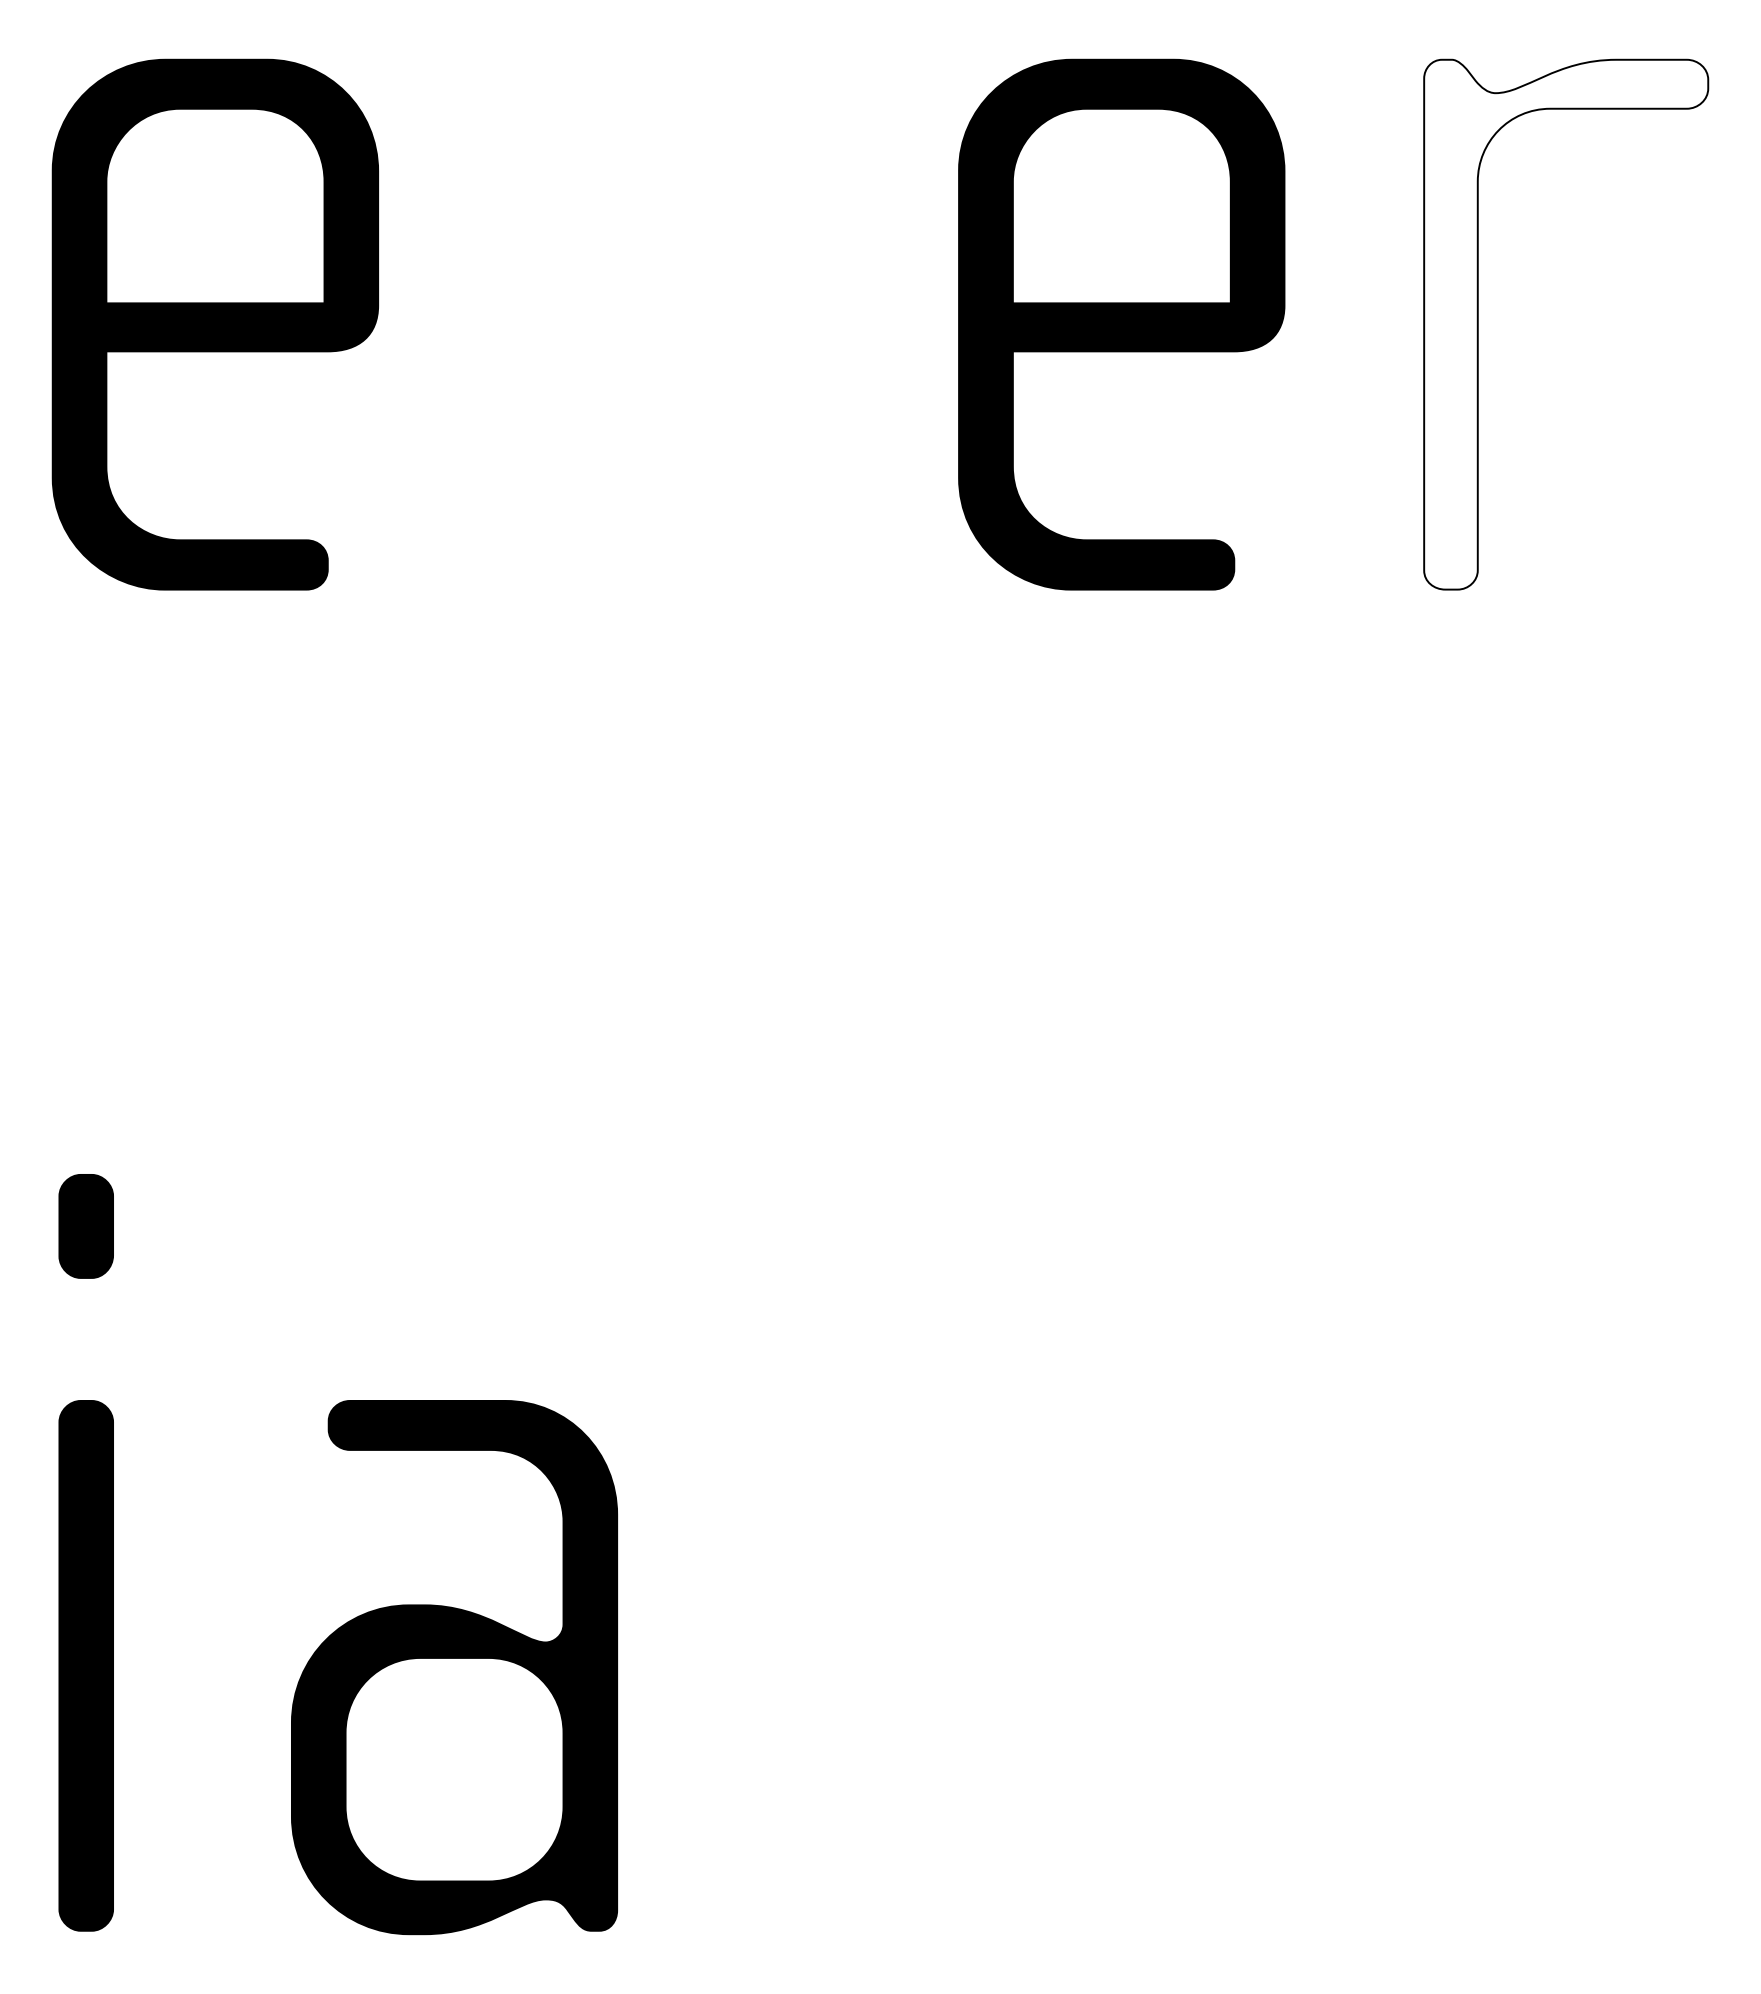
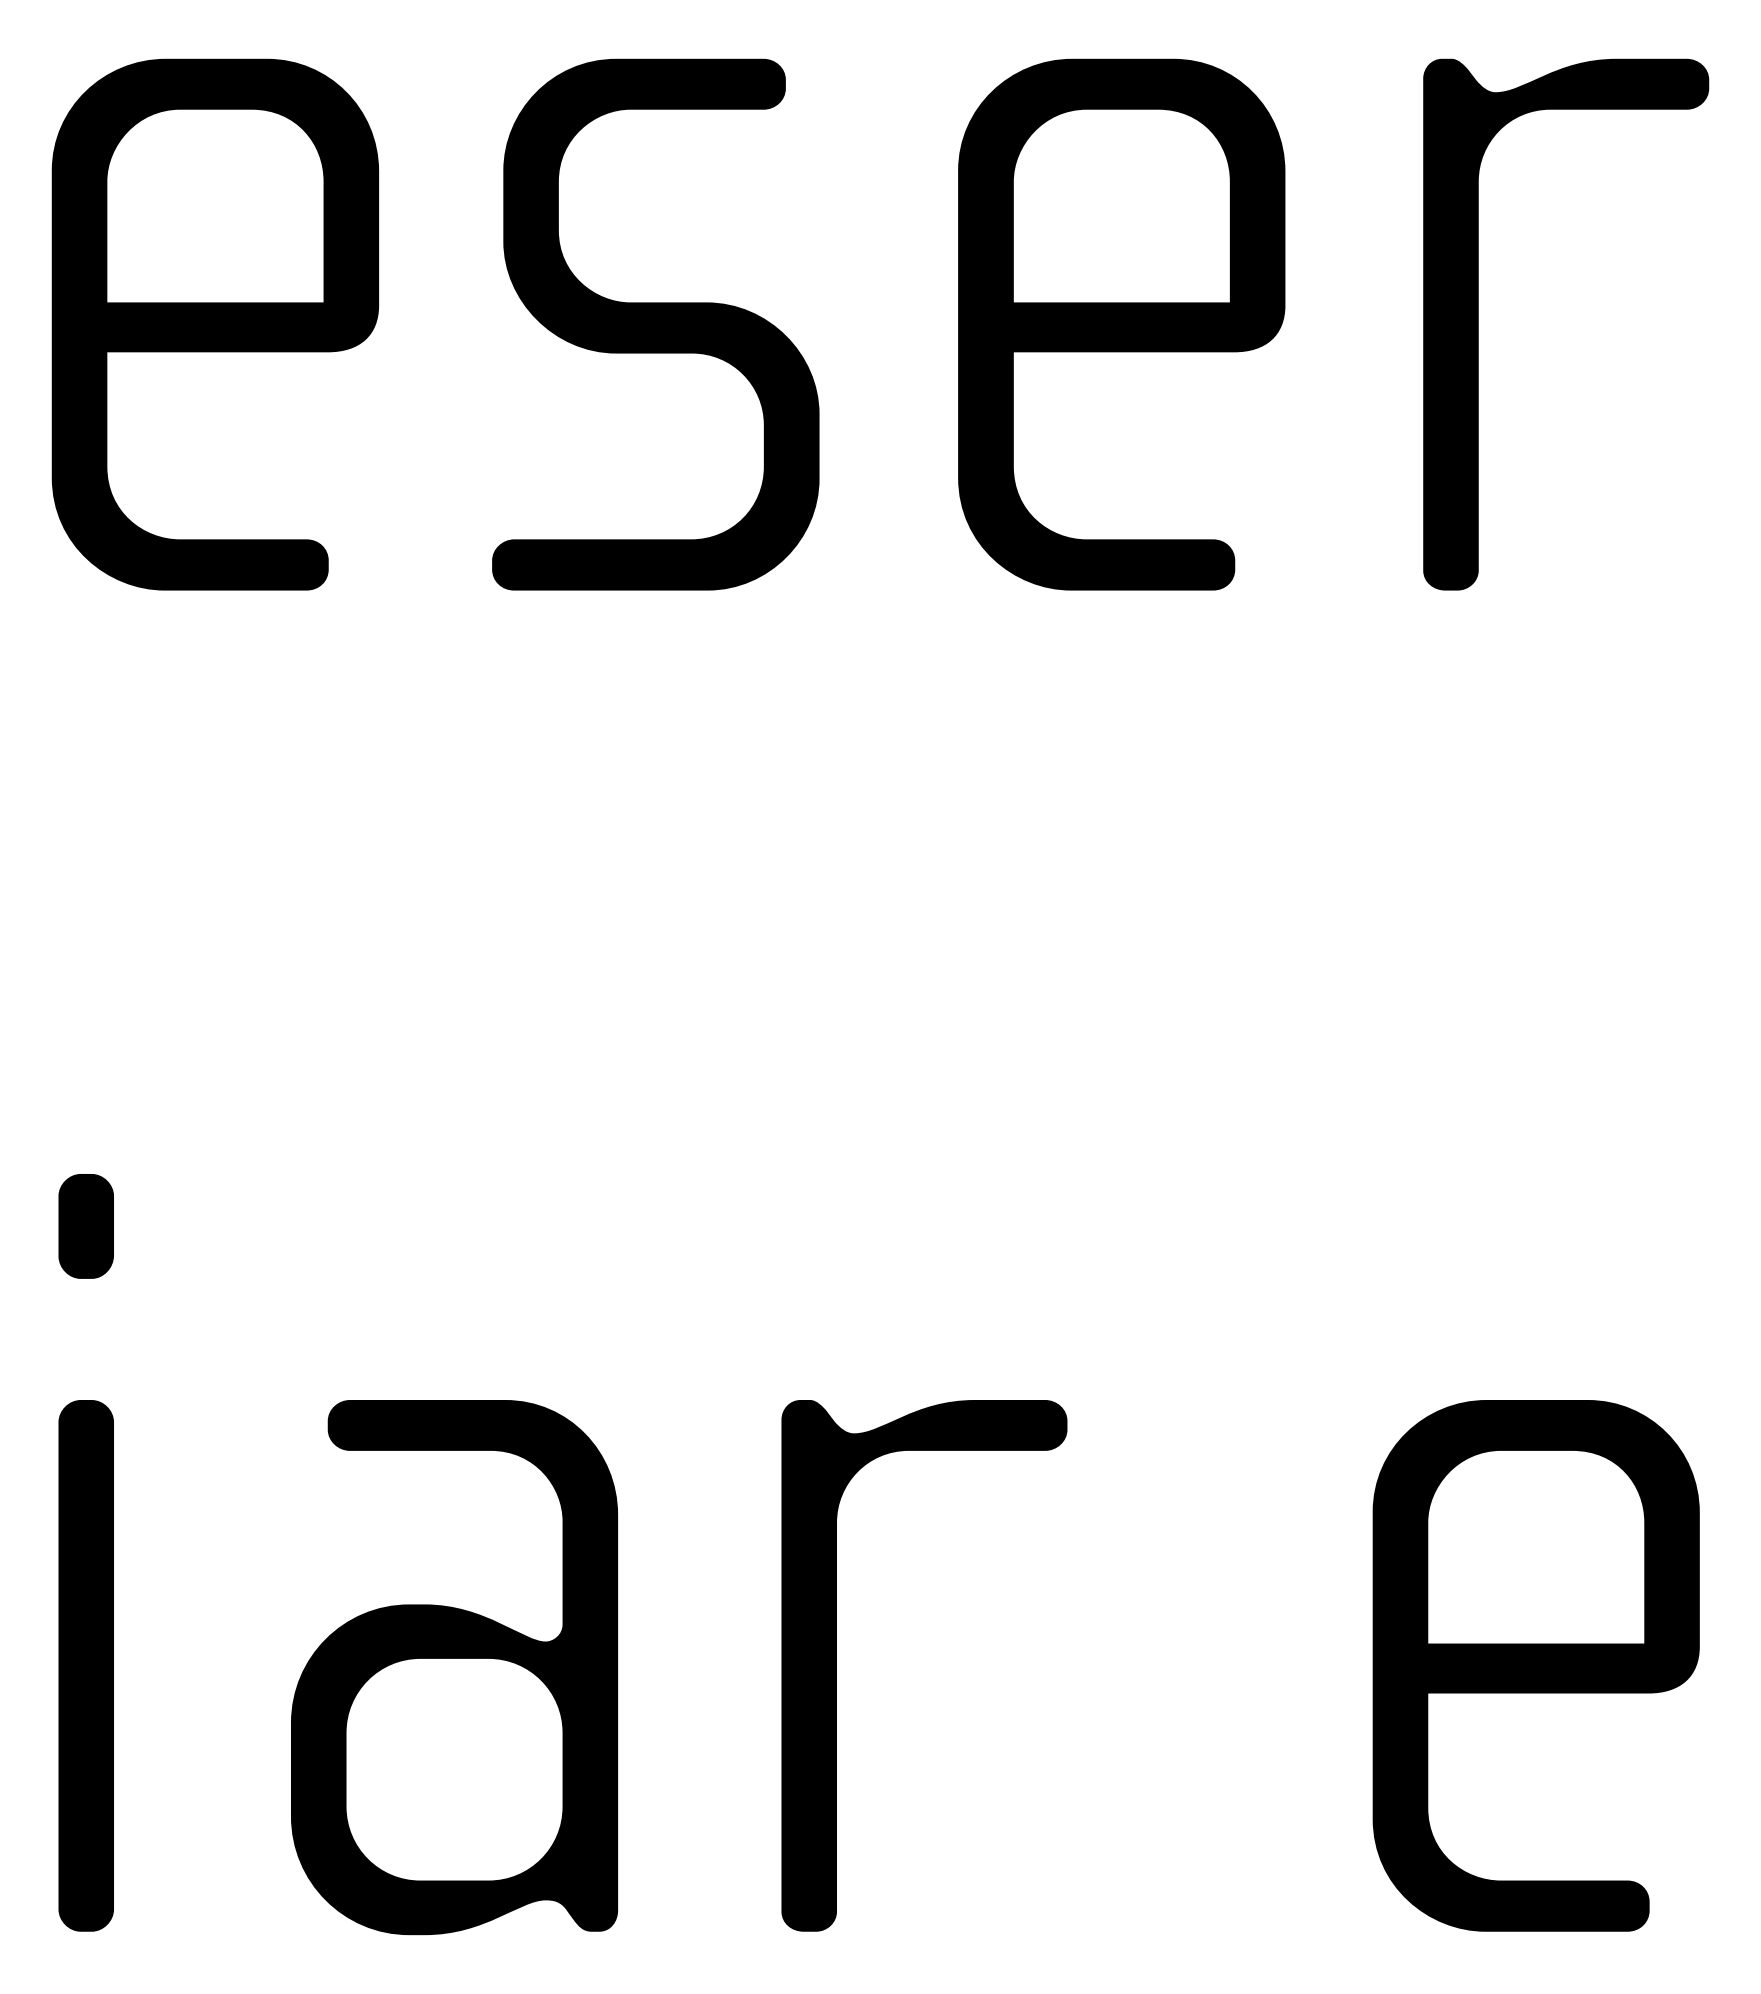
part at (655, 324): none -> present
fill at (1566, 324): none -> present
part at (836, 1665): none -> present
part at (1535, 1665): none -> present
